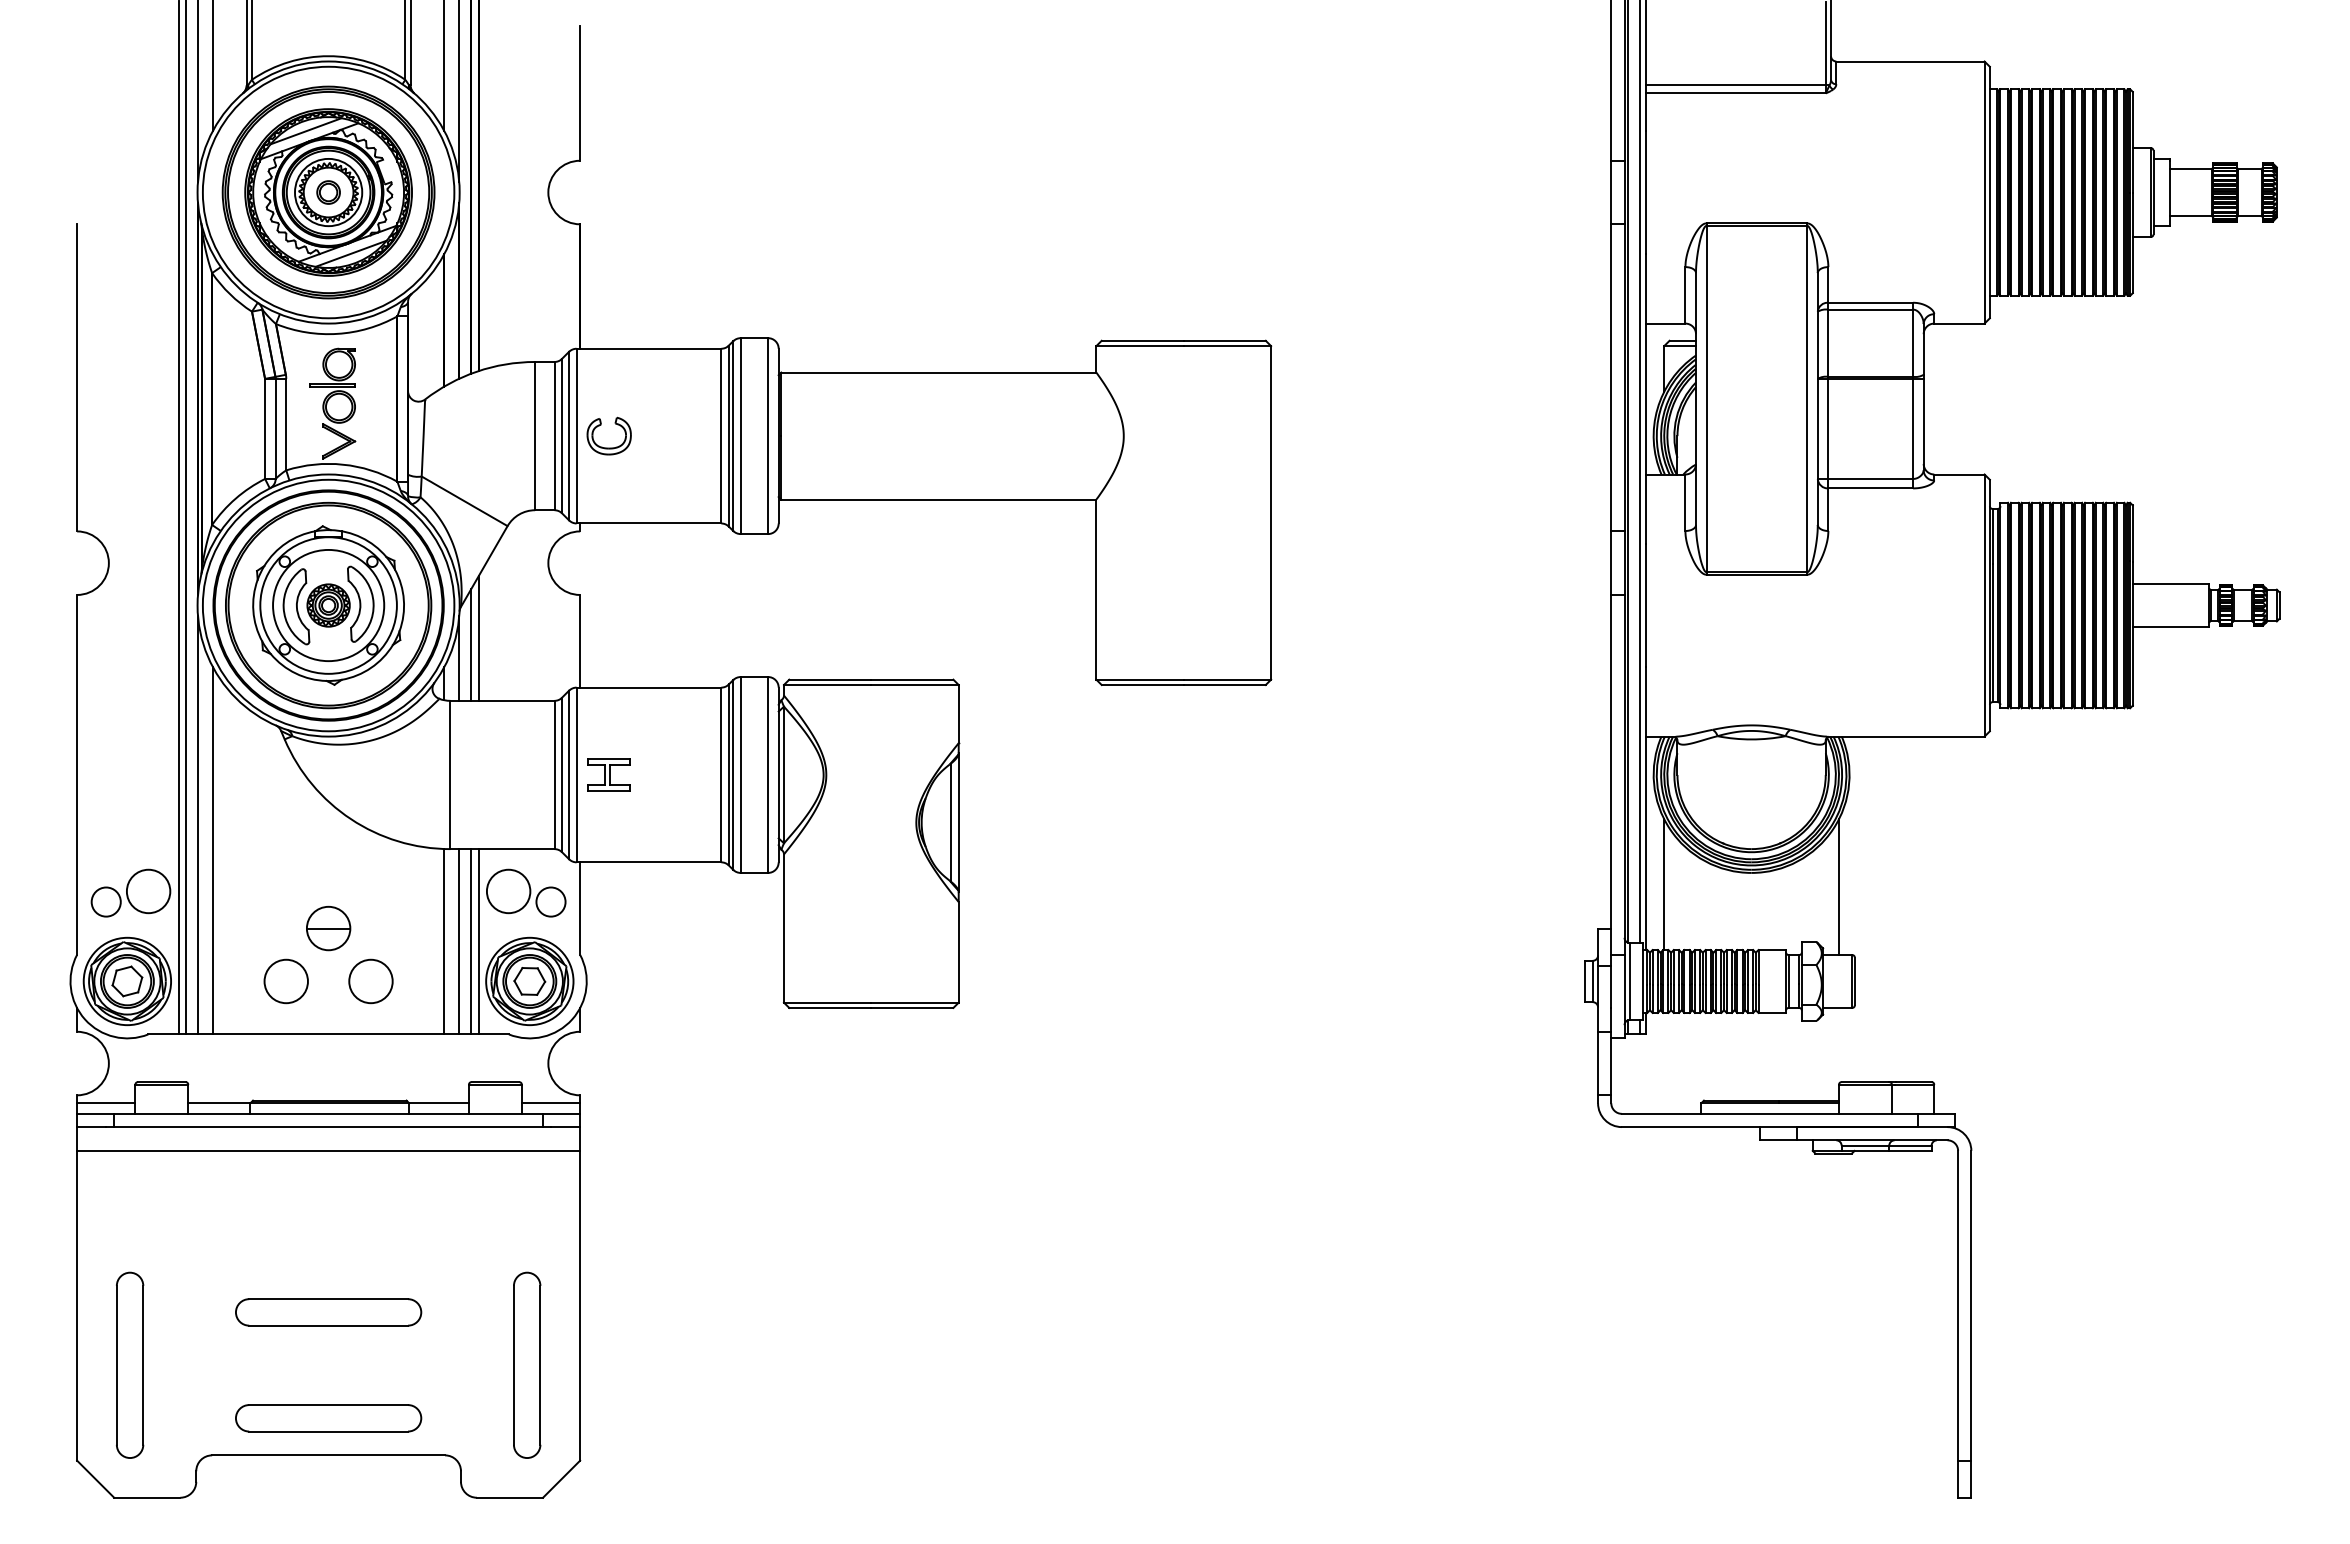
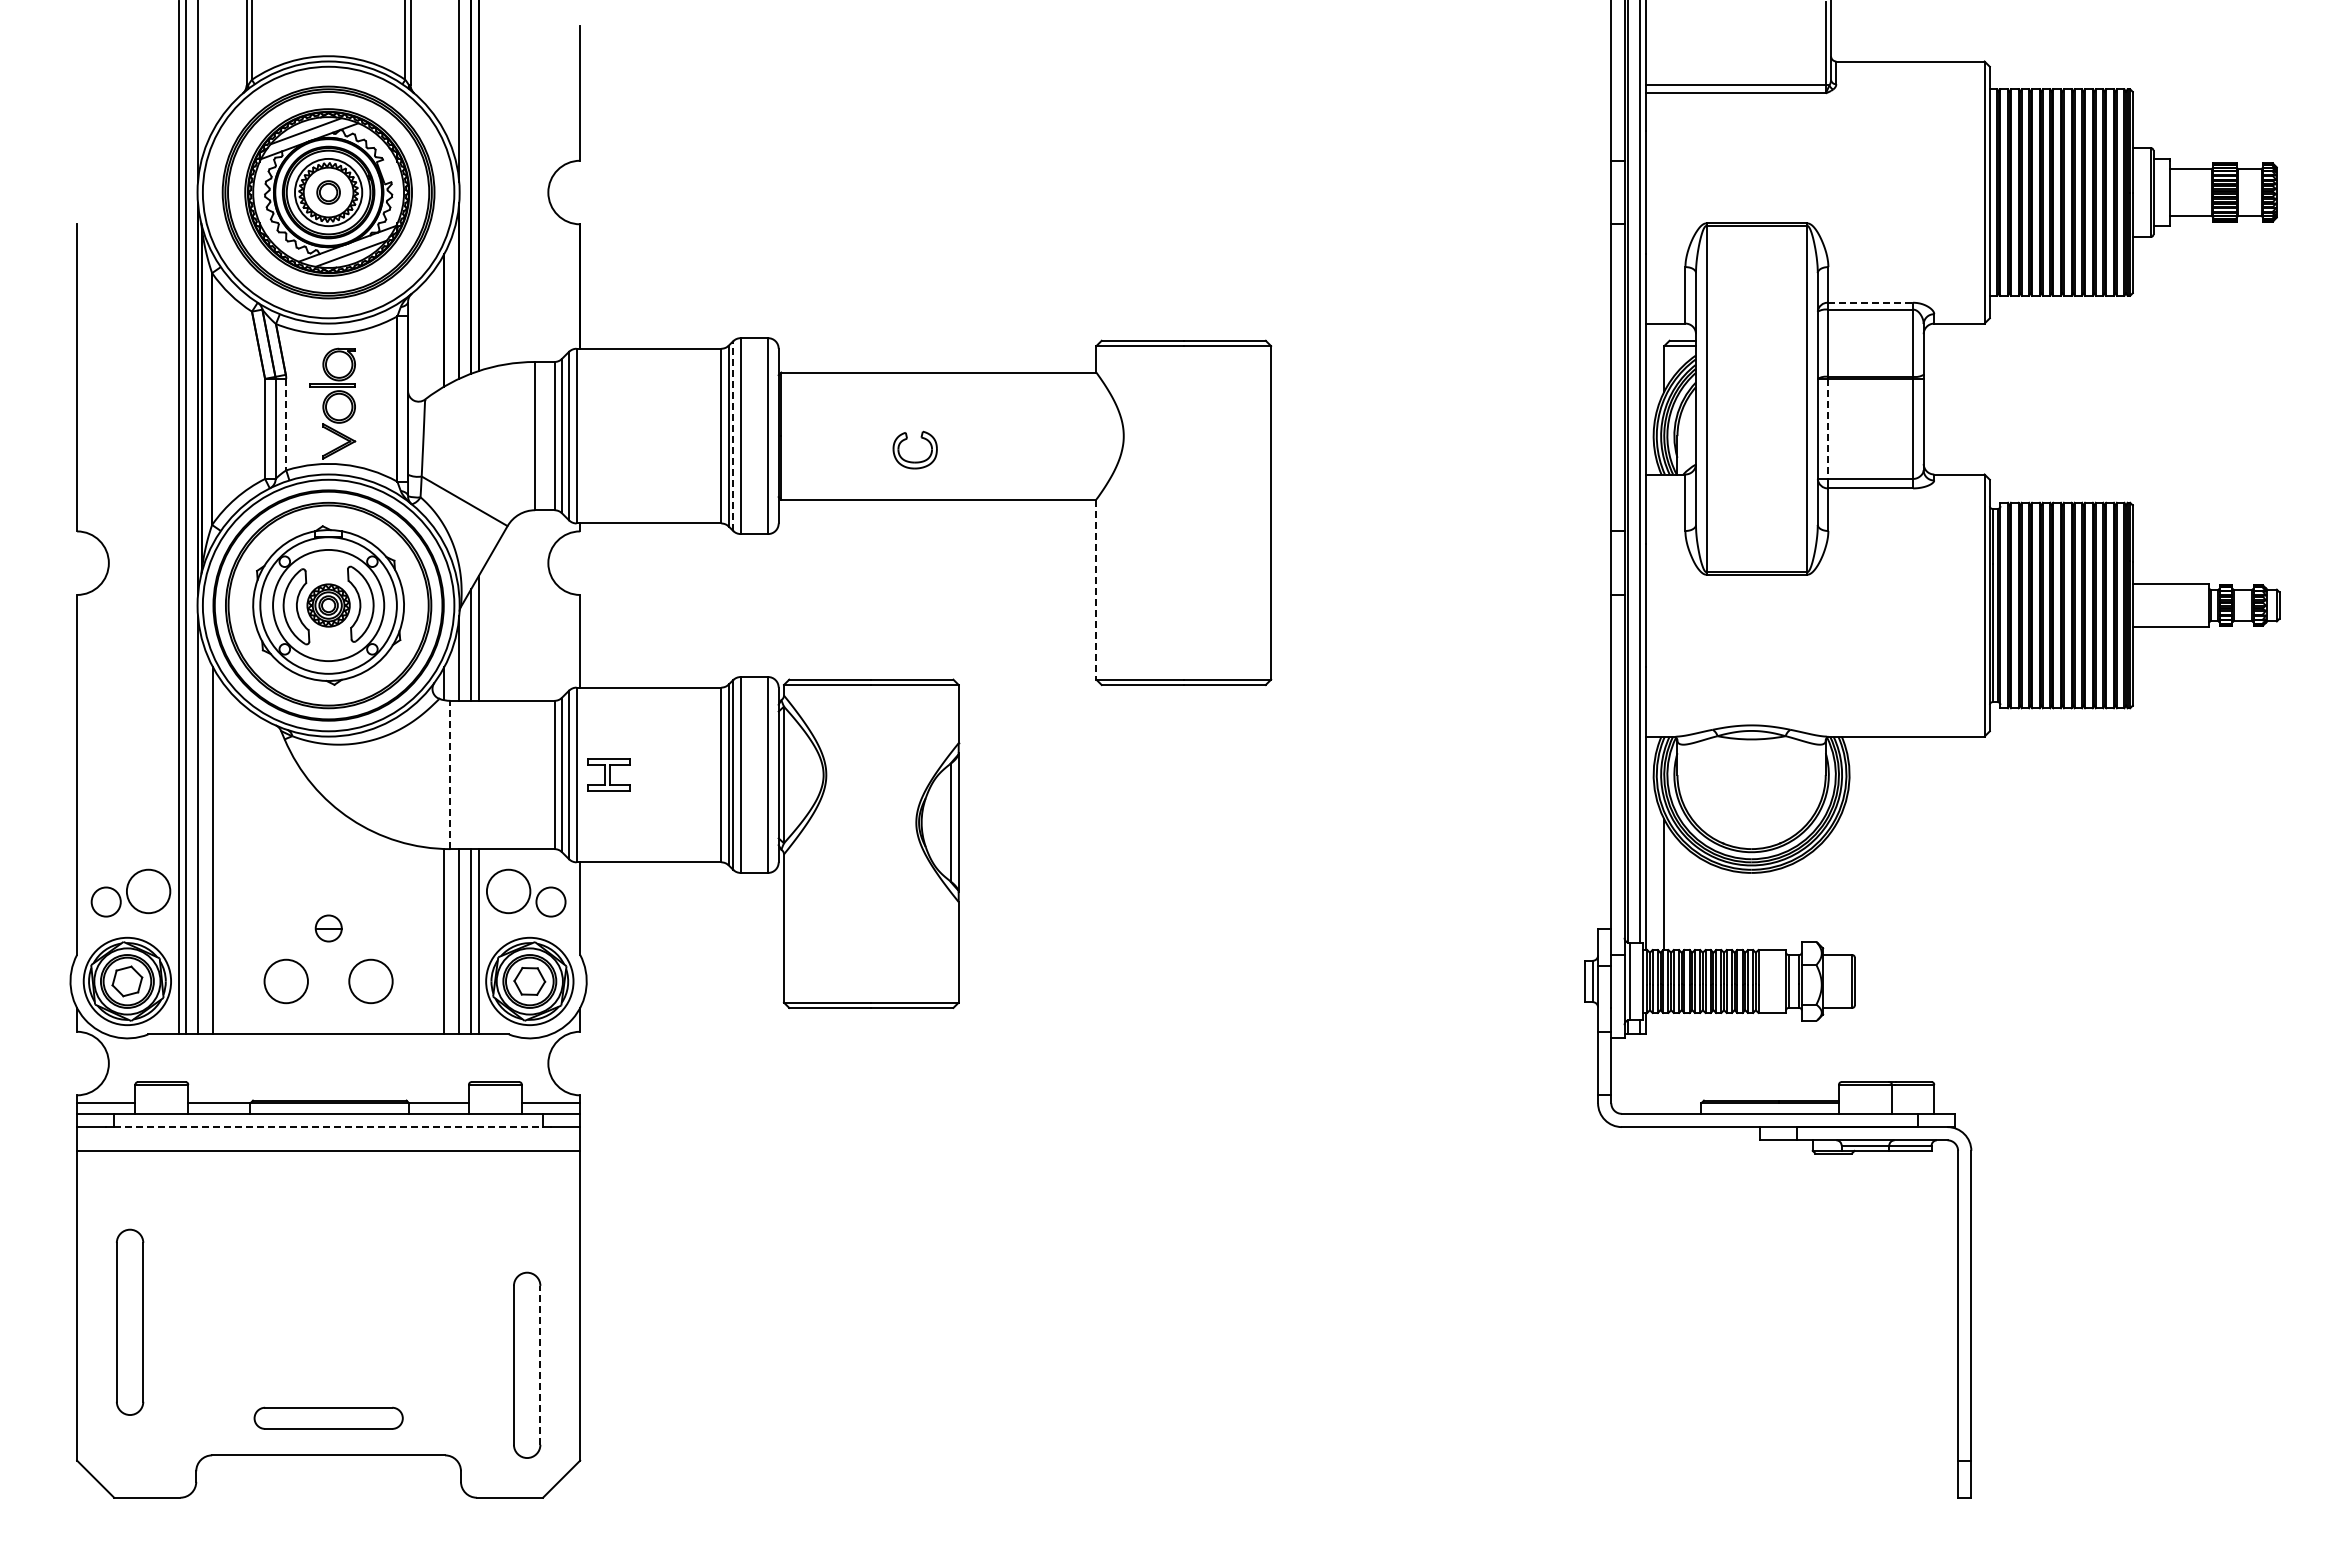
line at (212, 66): present -> none
line at (444, 66): present -> none
line at (1871, 302): solid -> dashed
line at (286, 424): solid -> dashed
line at (1828, 429): solid -> dashed
line at (733, 436): solid -> dashed
part at (608, 447) position: (608, 447) -> (914, 461)
line at (1096, 590): solid -> dashed
line at (450, 774): solid -> dashed
line at (1838, 887): present -> none
part at (328, 928) size: 46x47 px -> 29x29 px
line at (329, 1127): solid -> dashed
part at (328, 1312): present -> none
part at (130, 1364) position: (130, 1364) -> (130, 1321)
line at (540, 1364): solid -> dashed
part at (328, 1418) size: 188x29 px -> 151x24 px
